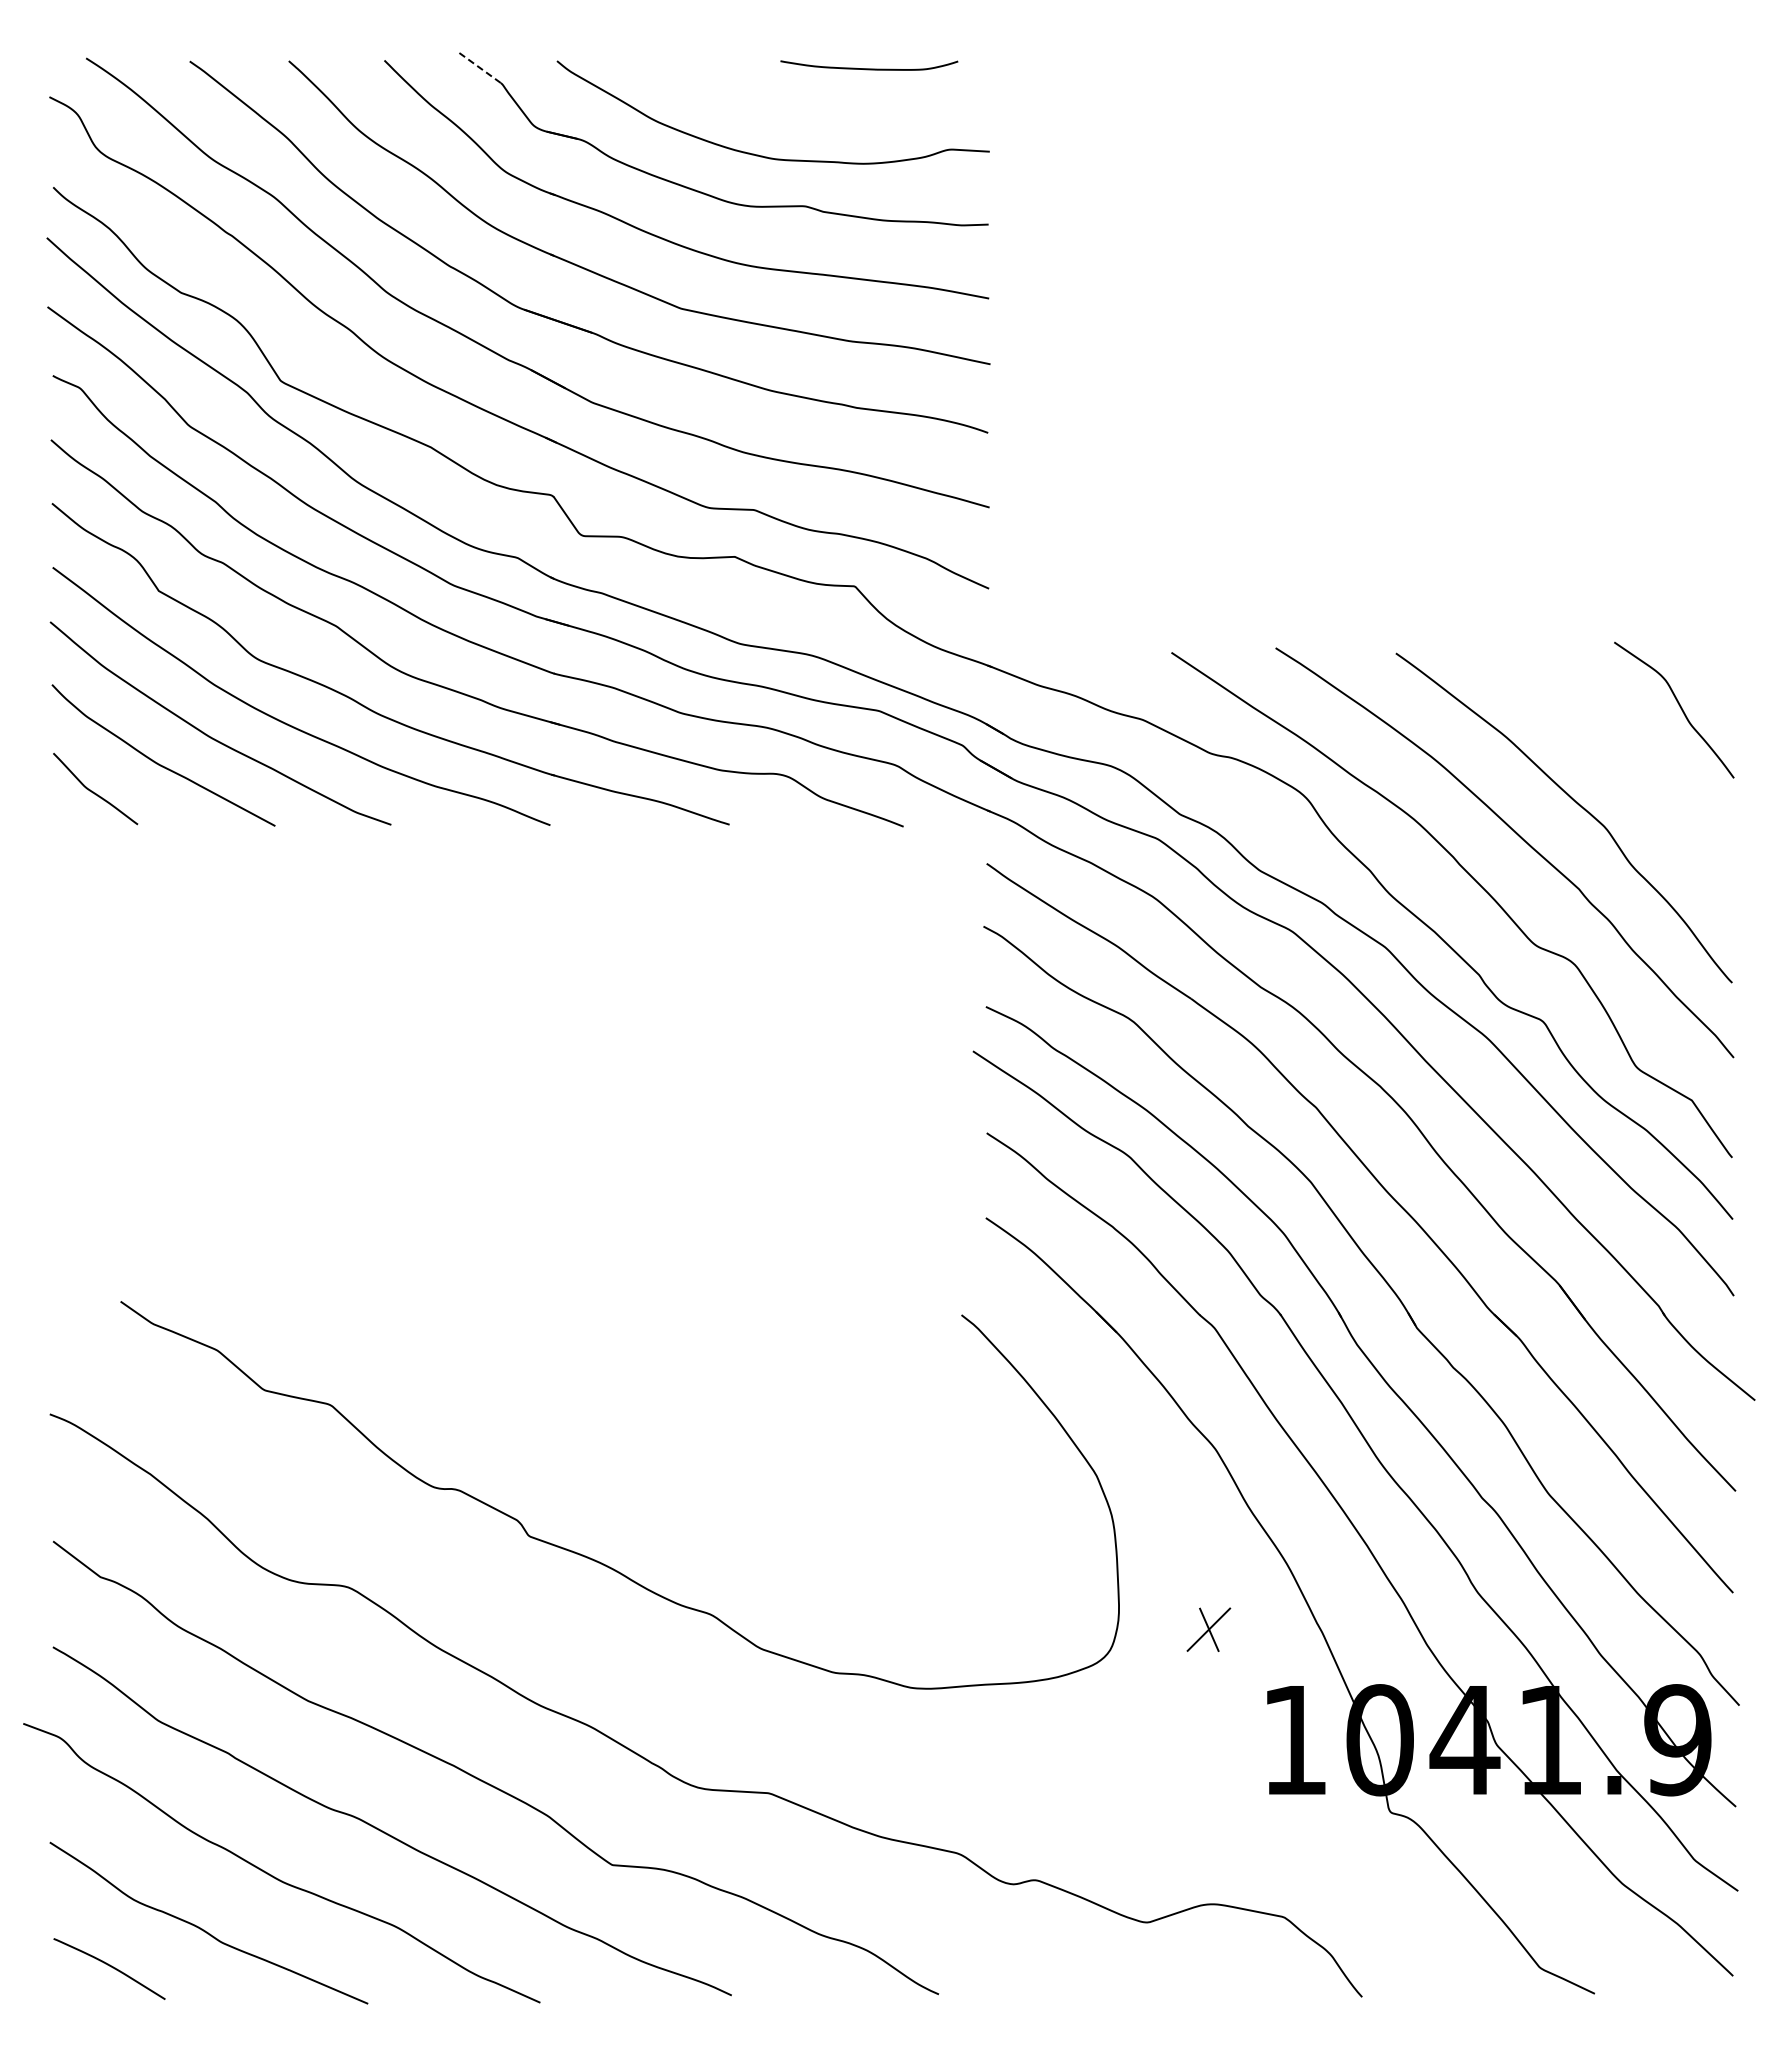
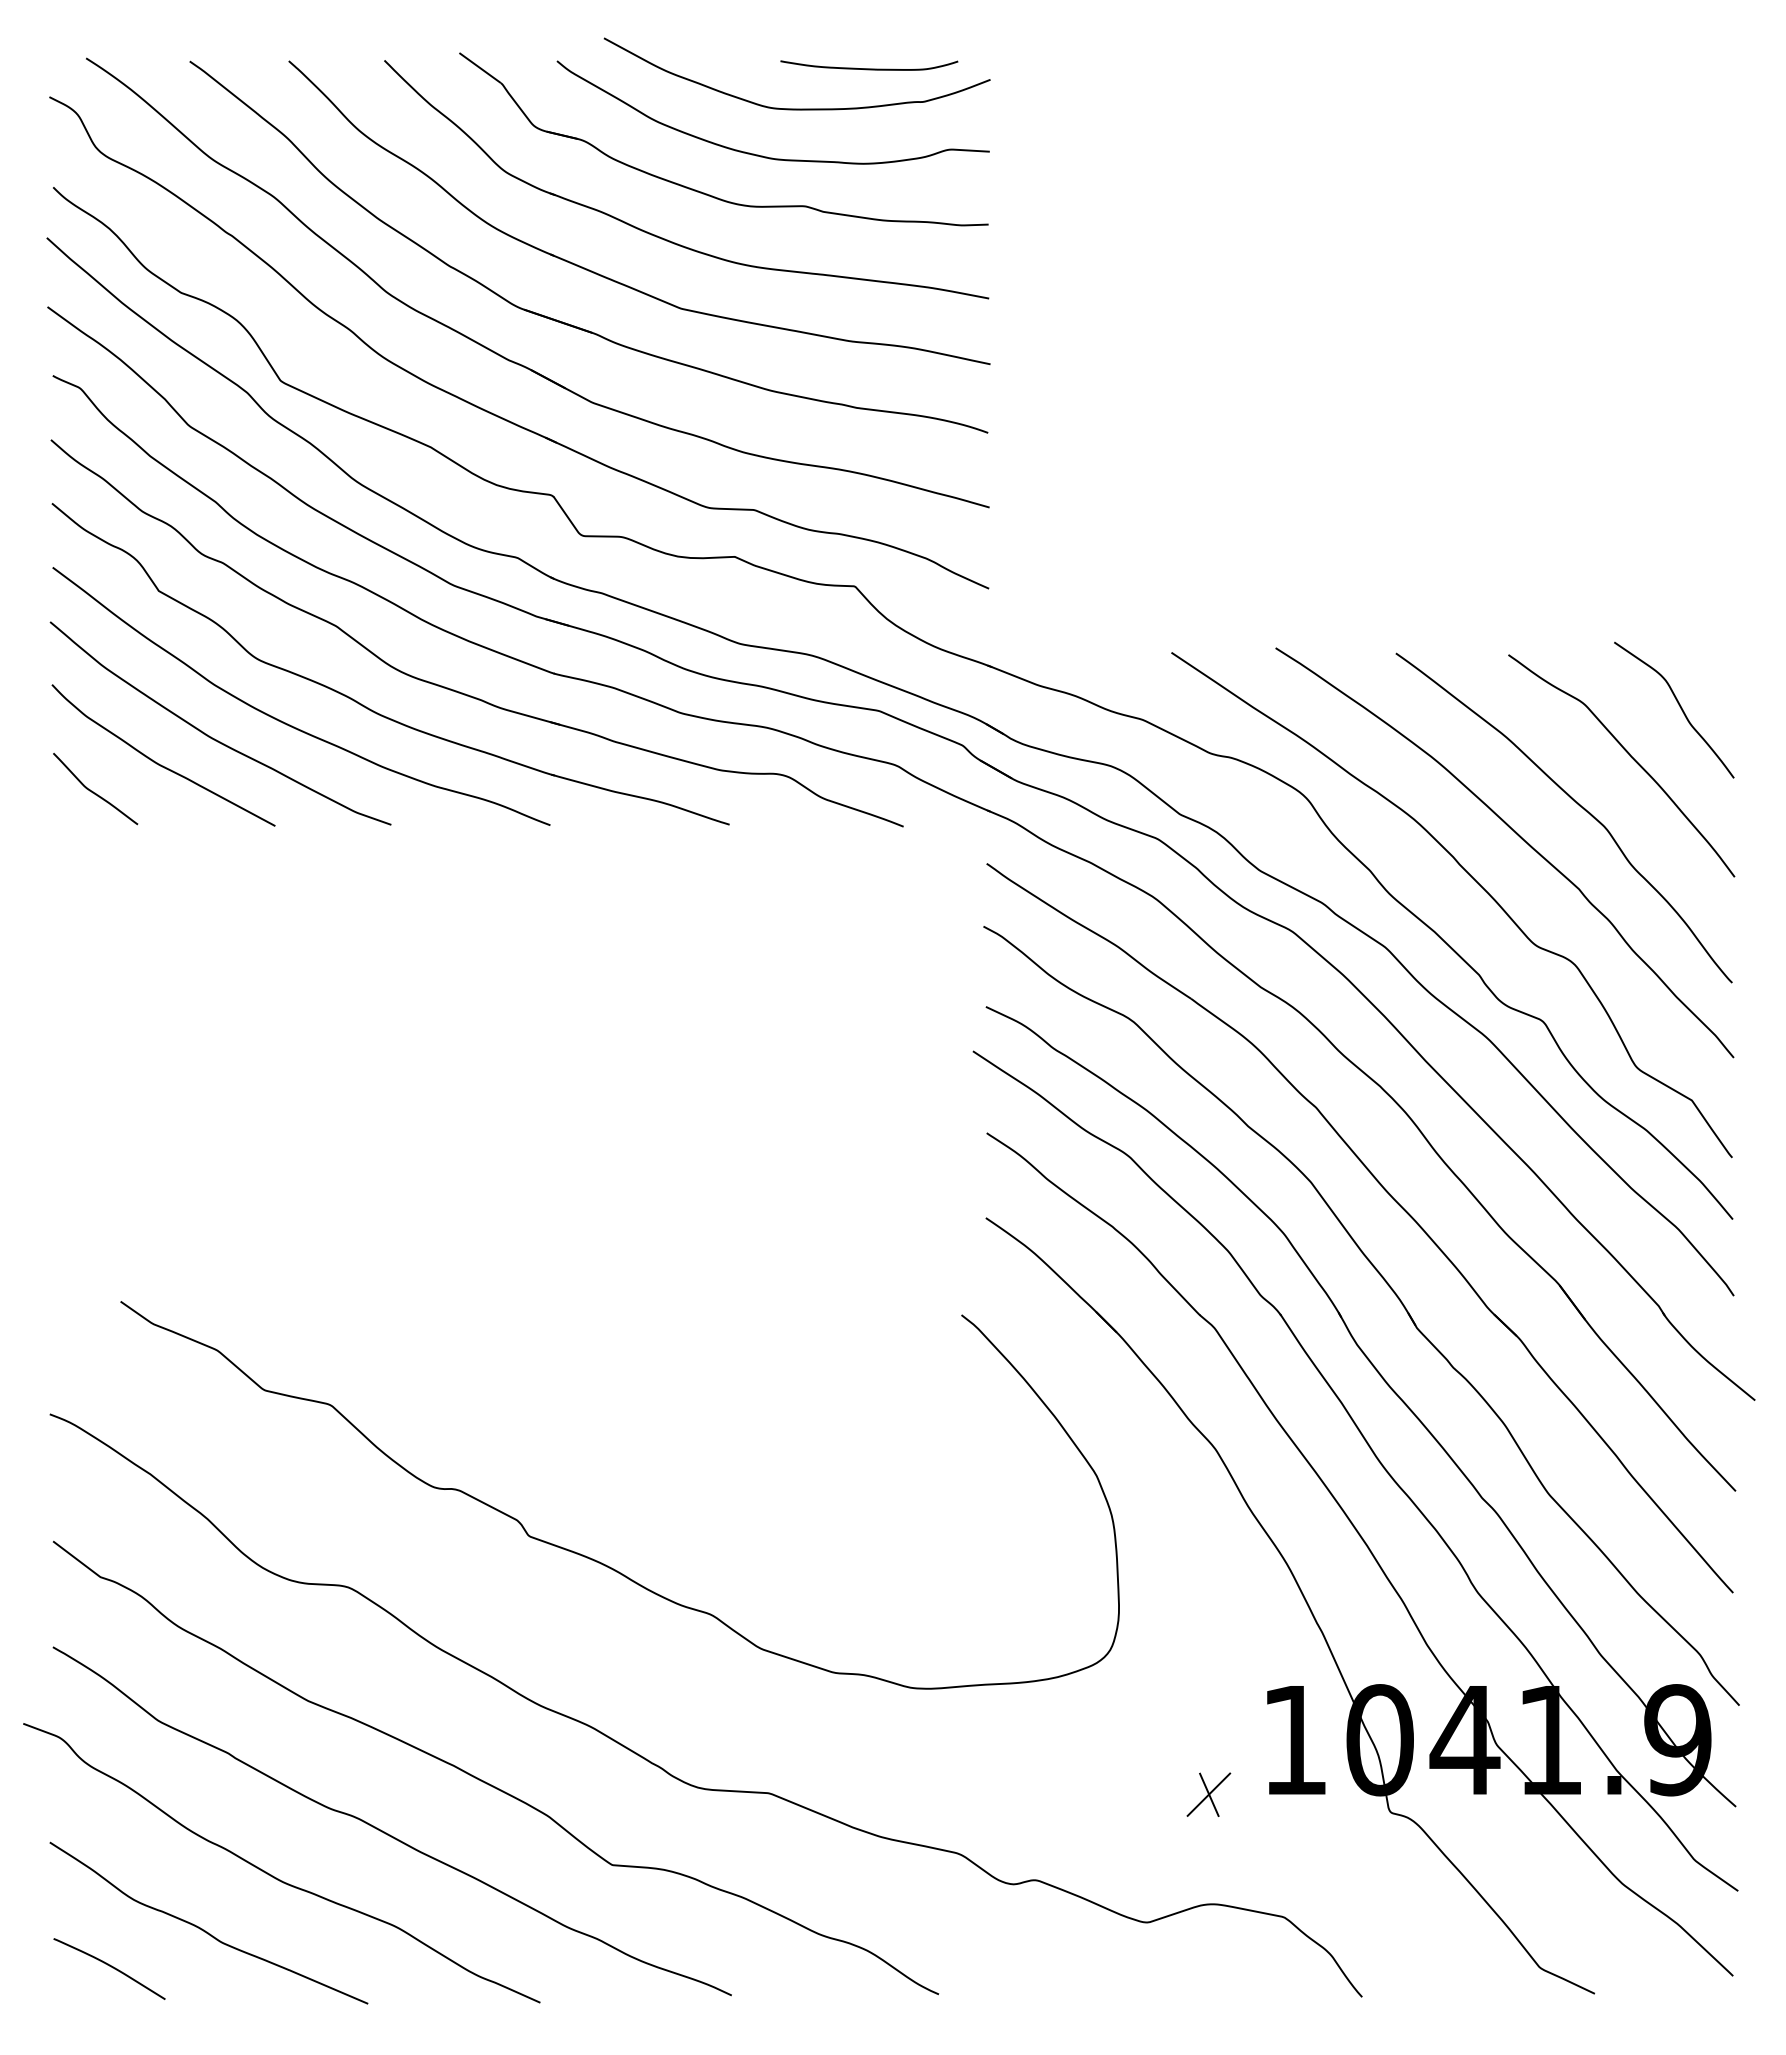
line at (480, 68): dashed -> solid
curve at (796, 108): none -> present
curve at (1630, 757): none -> present
part at (1208, 1629) position: (1208, 1629) -> (1208, 1794)
